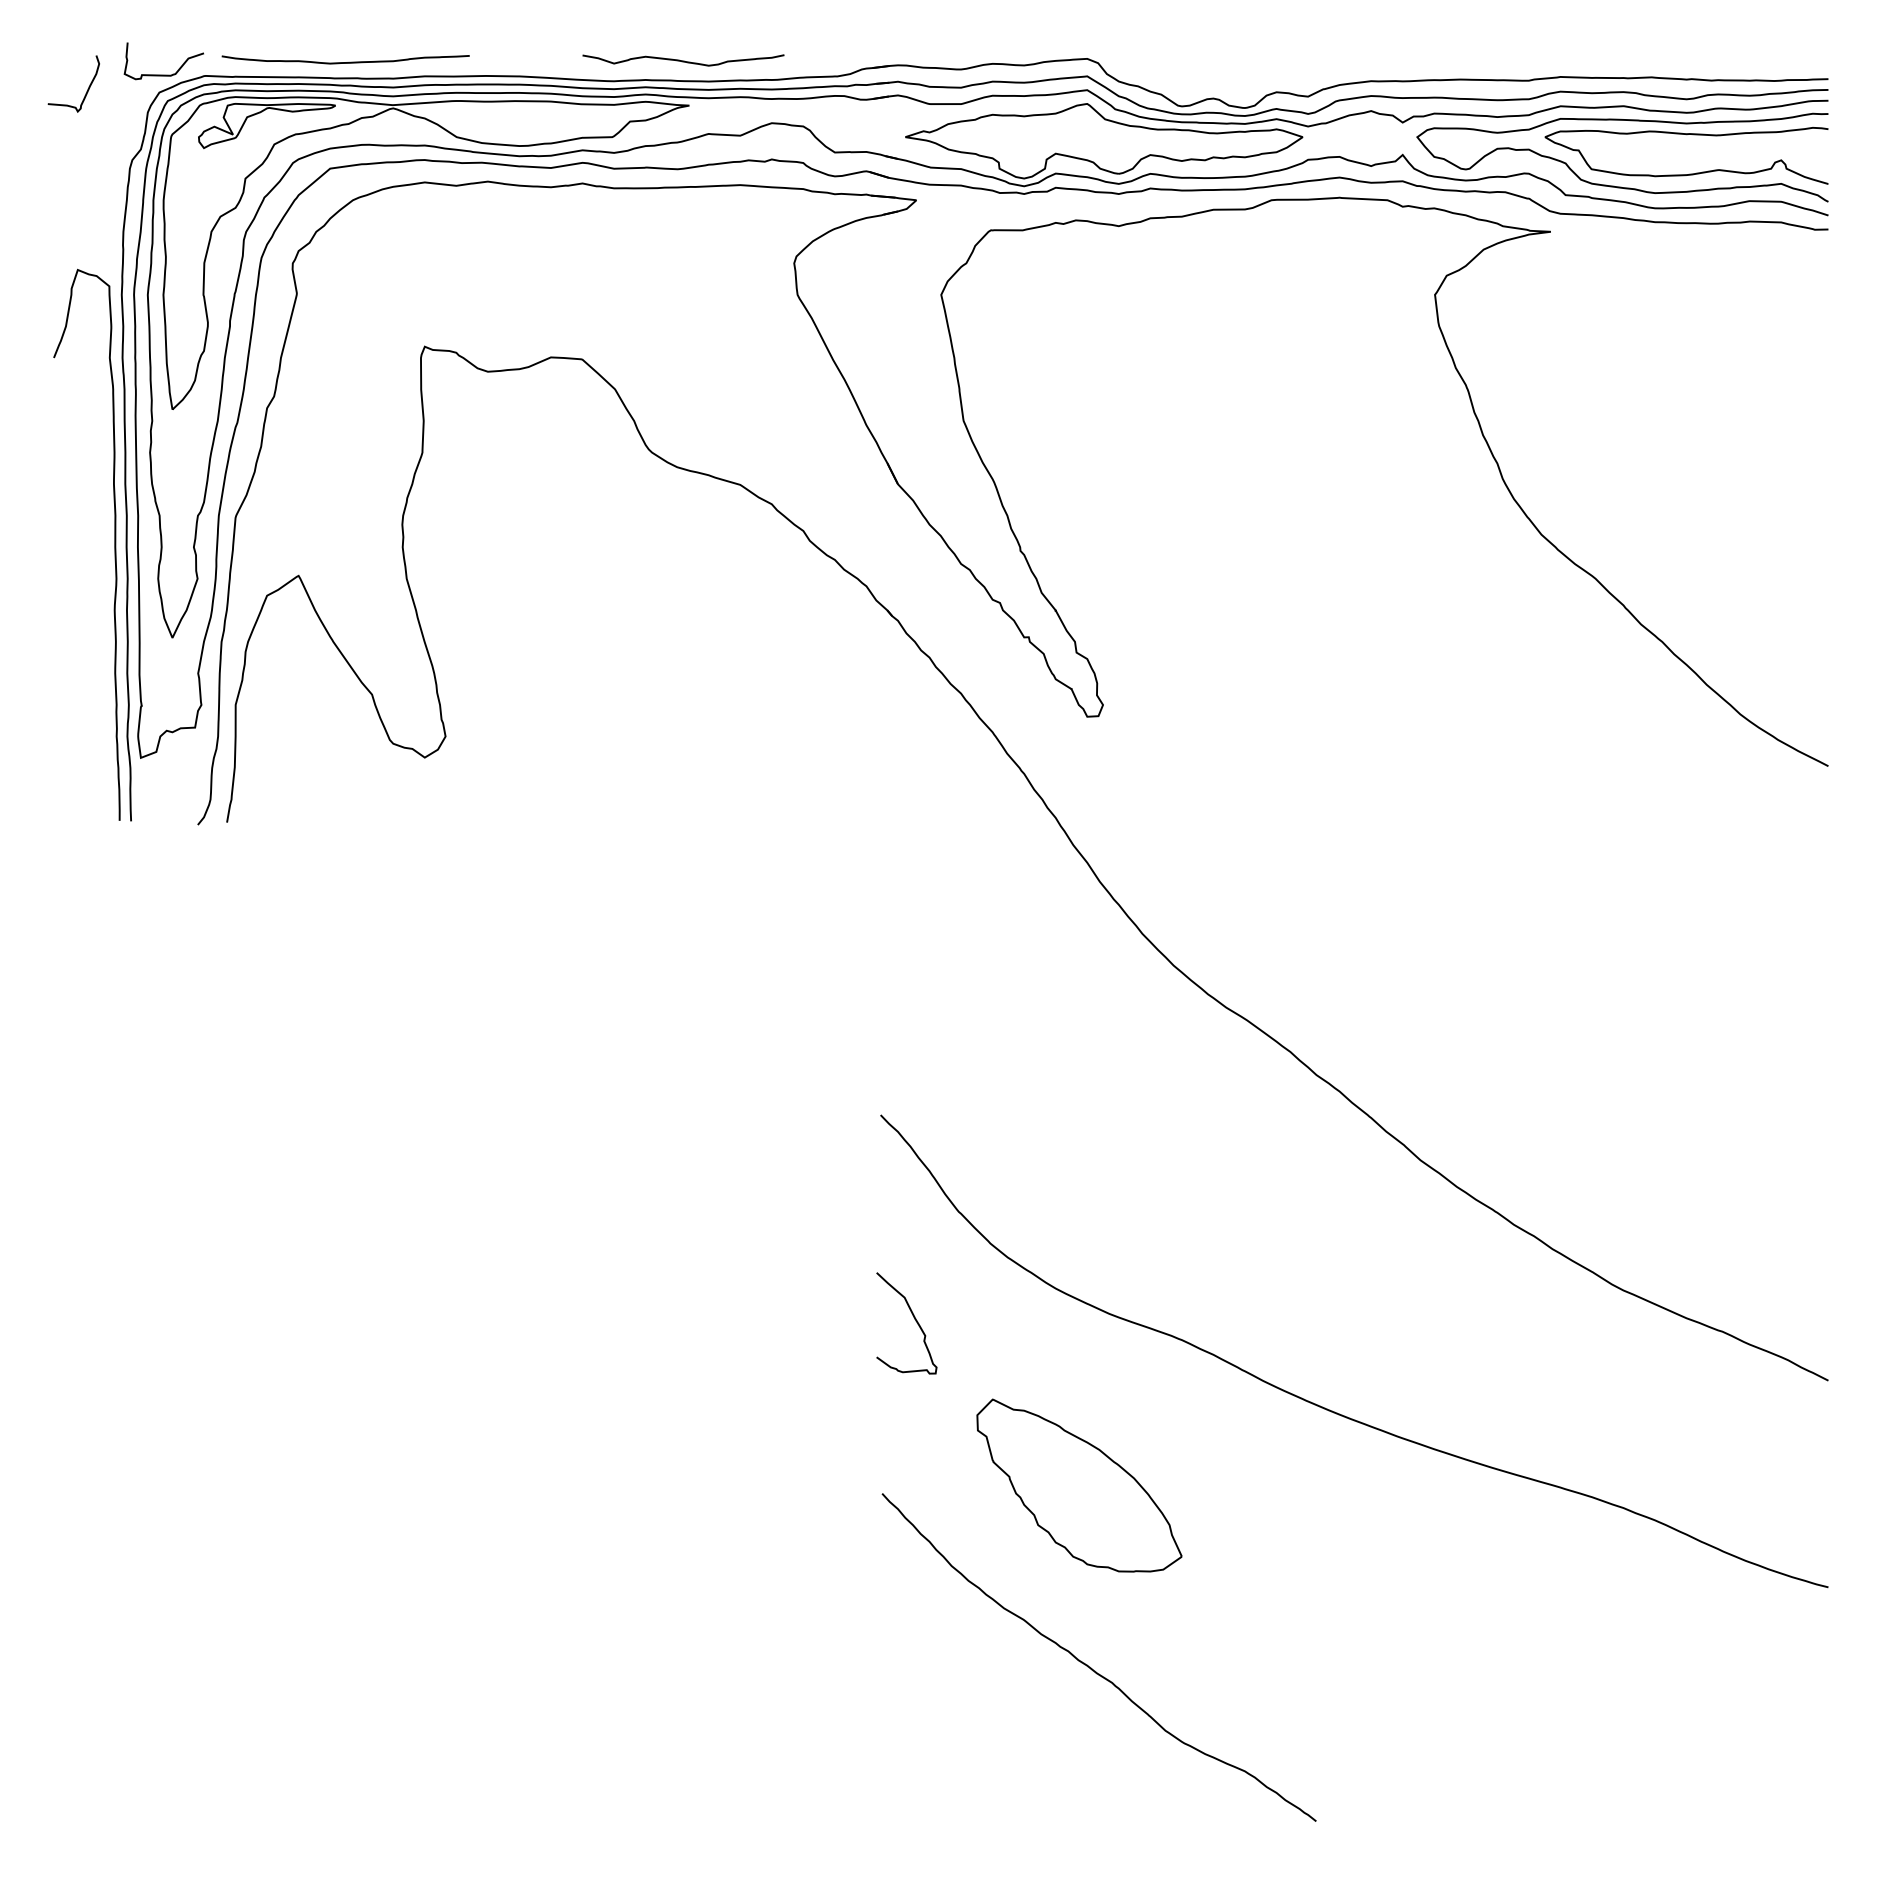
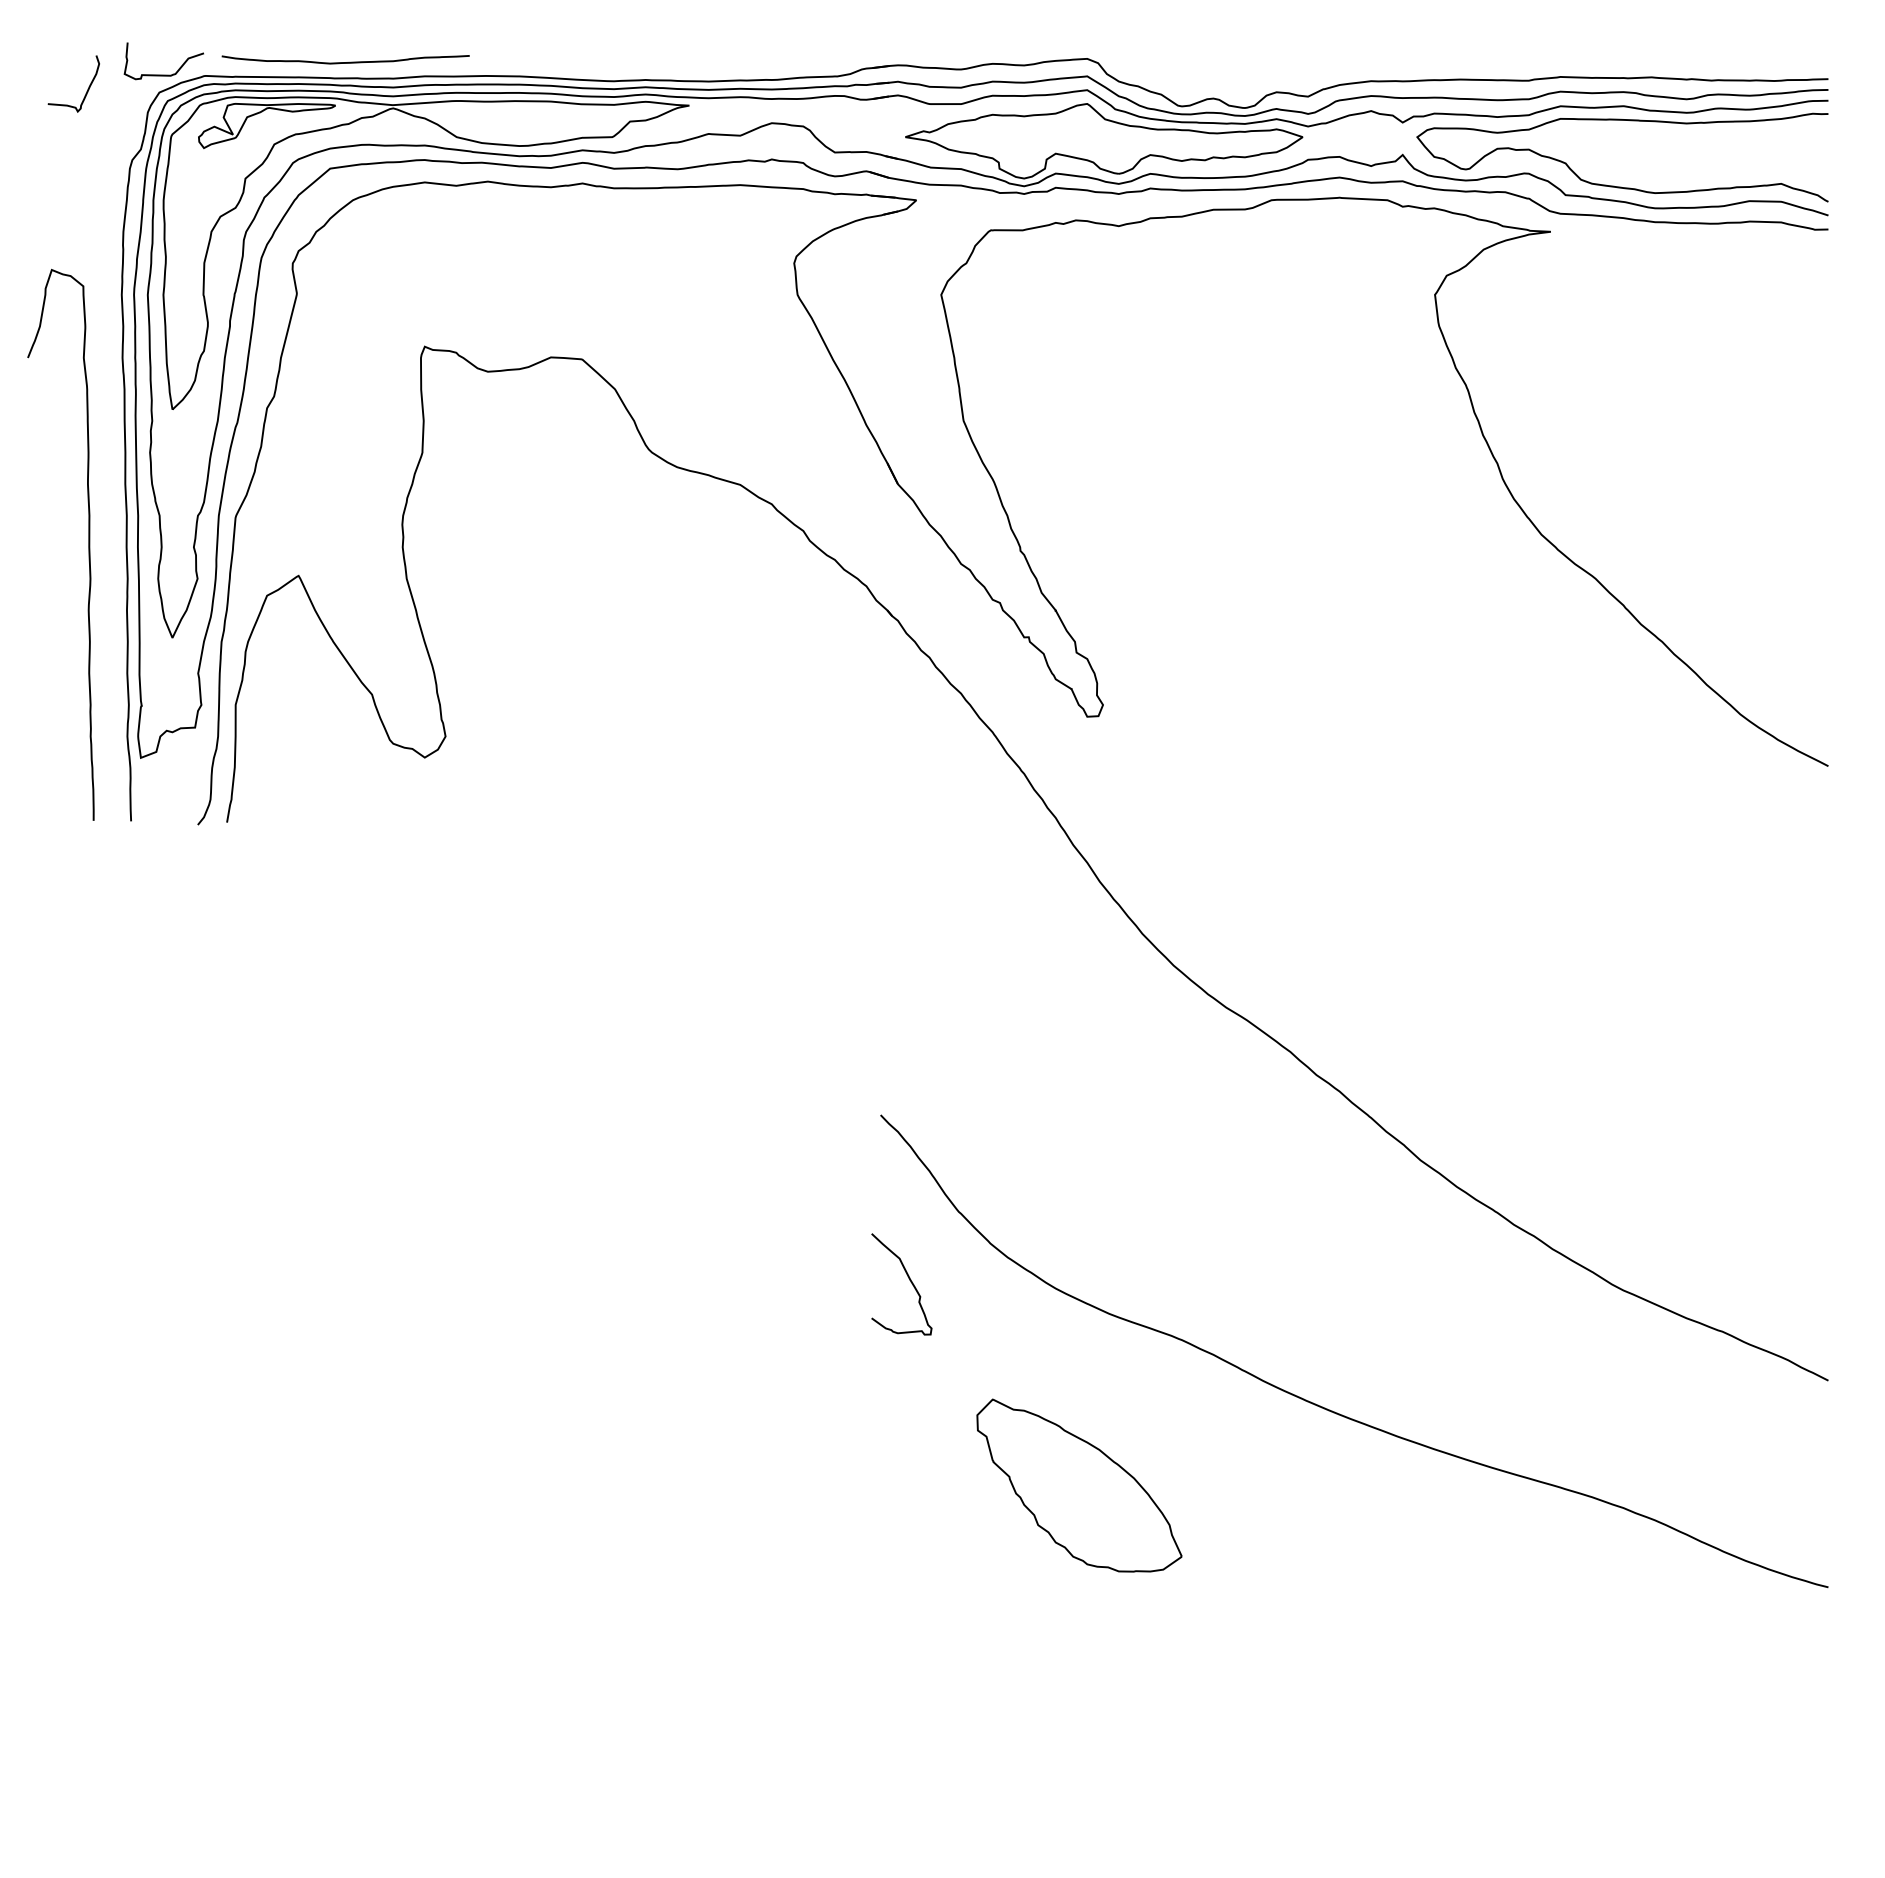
curve at (683, 60): present -> none
curve at (1689, 173): present -> none
curve at (114, 544) position: (114, 544) -> (88, 544)
curve at (914, 1319) position: (914, 1319) -> (909, 1280)
curve at (1091, 1667): present -> none
